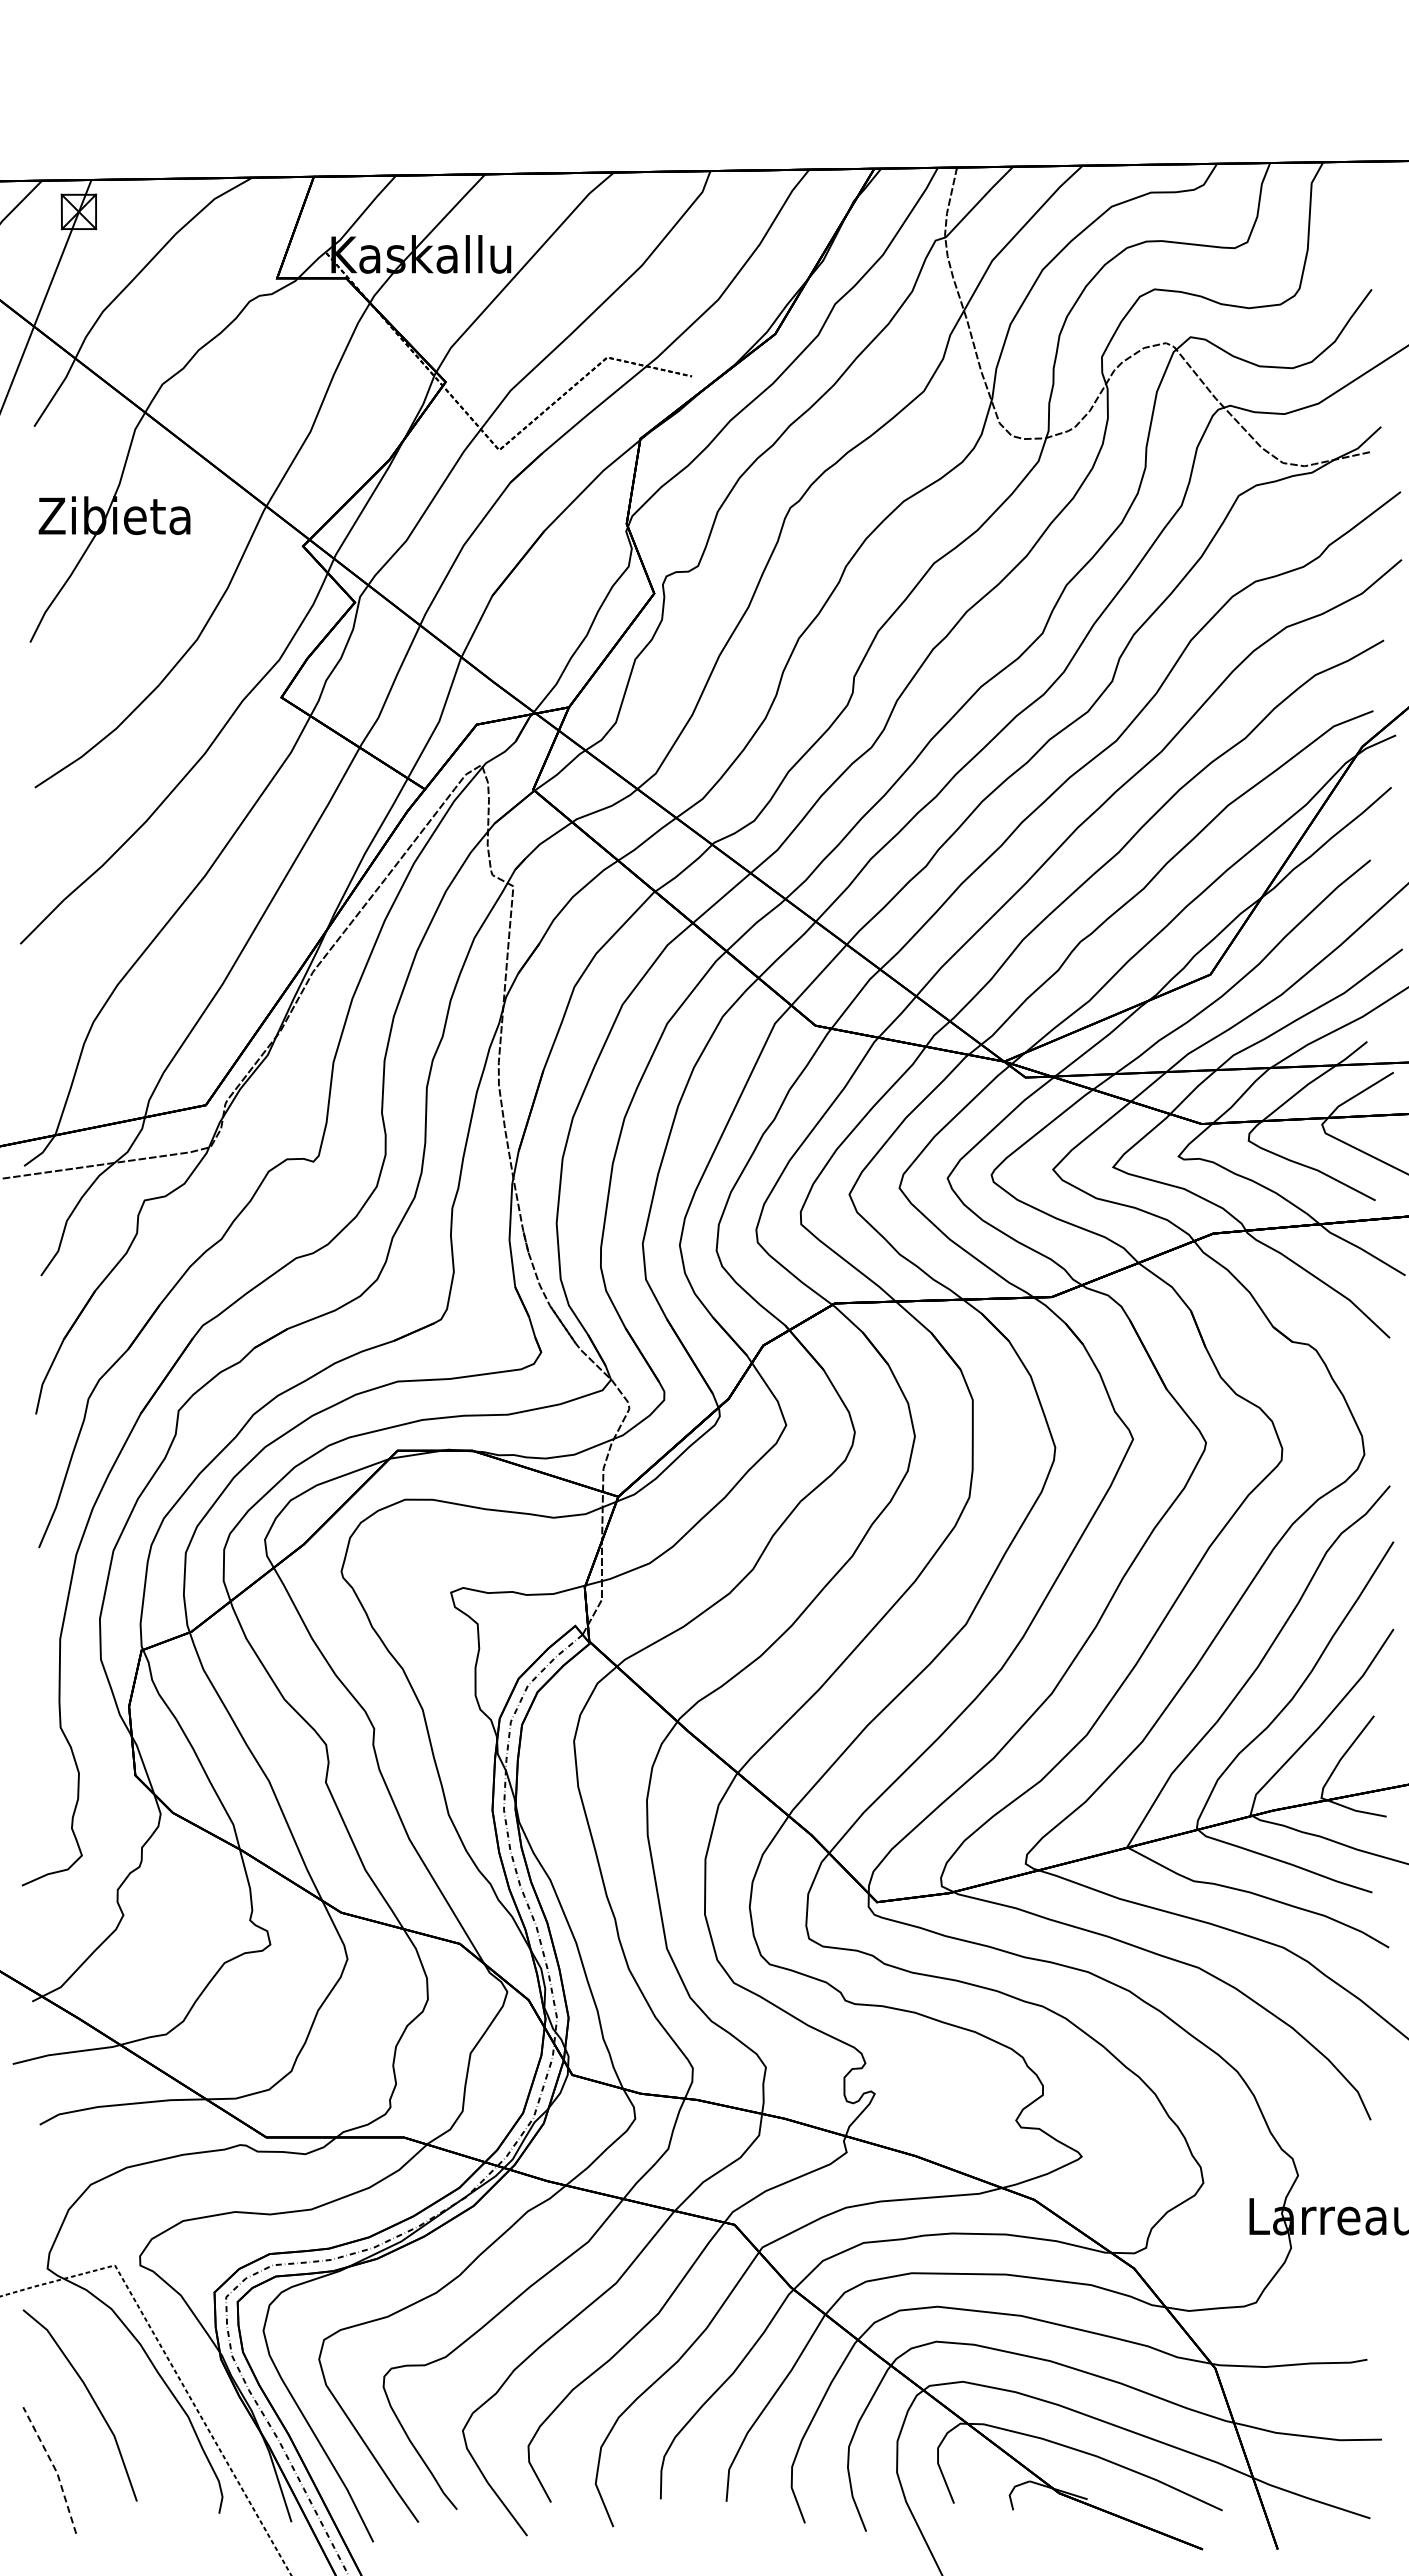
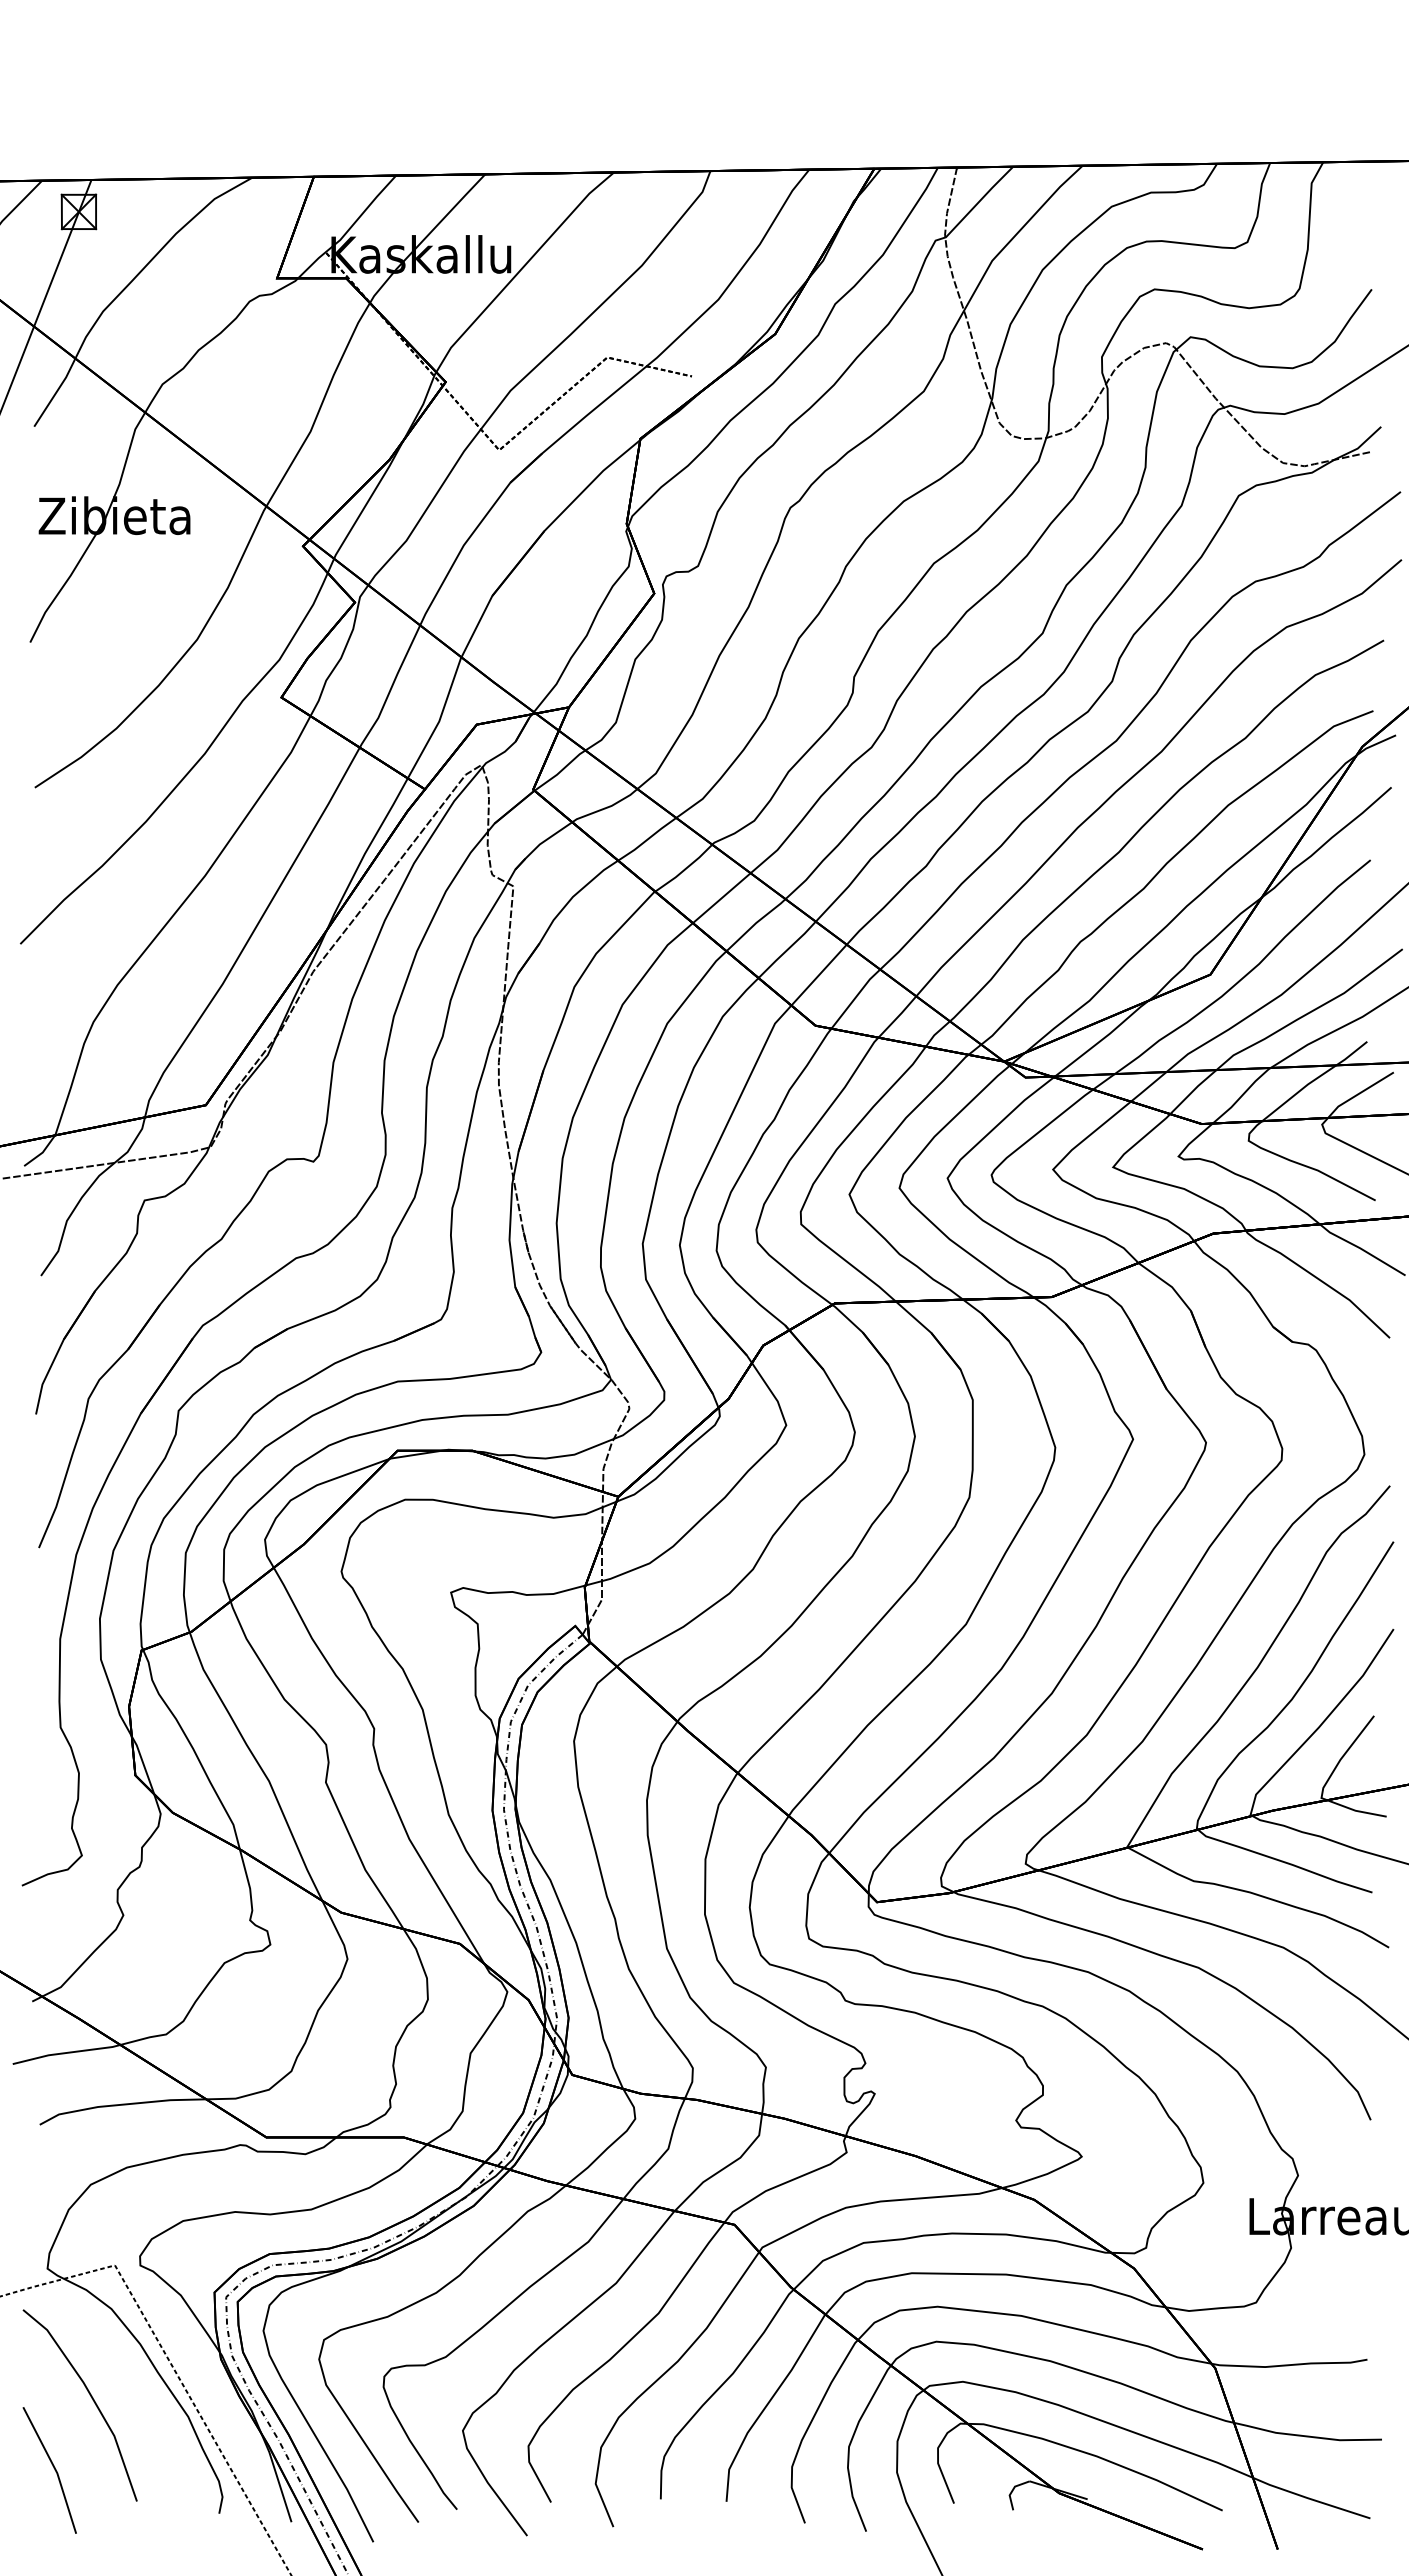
line at (55, 2468): dashed -> solid
